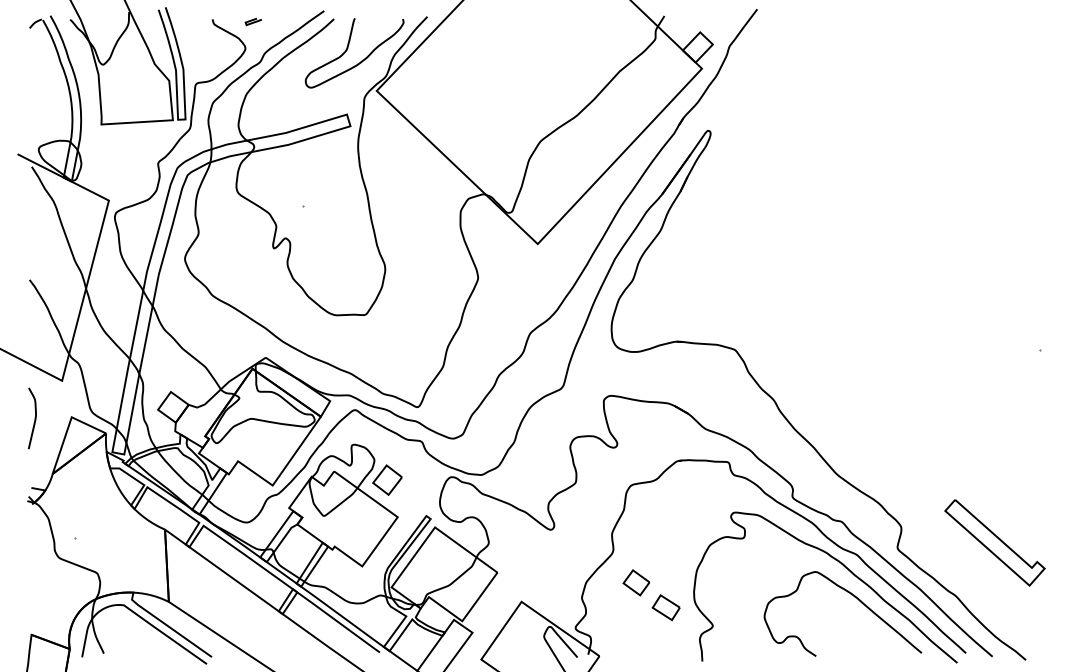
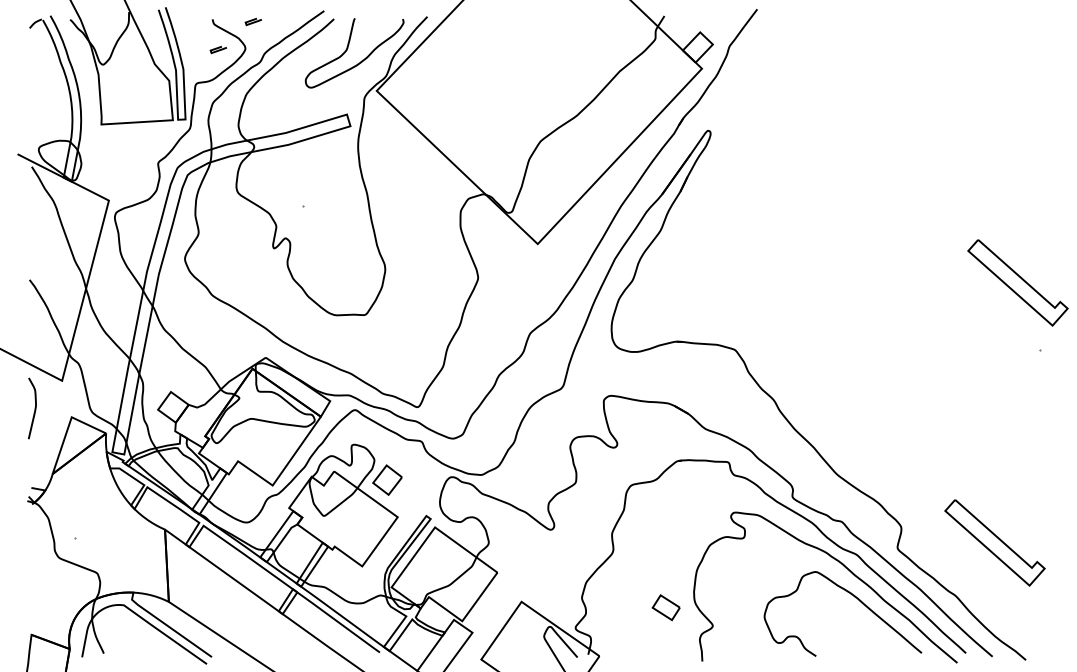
line at (217, 50): none -> present
part at (1017, 282): none -> present
curve at (34, 418) position: (34, 418) -> (34, 408)
part at (635, 582): present -> none
